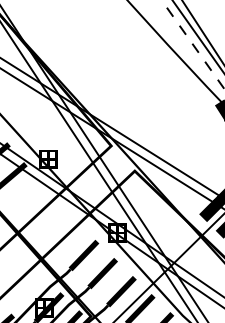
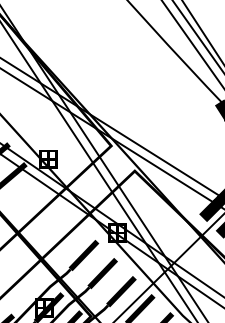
line at (193, 44): dashed -> solid
